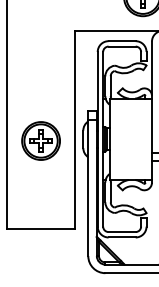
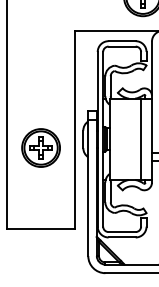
line at (141, 139): none -> present
part at (40, 140) position: (40, 140) -> (40, 147)
